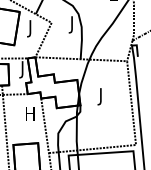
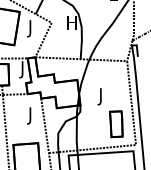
text at (71, 24): J -> H
text at (30, 115): H -> J
part at (116, 124): none -> present
